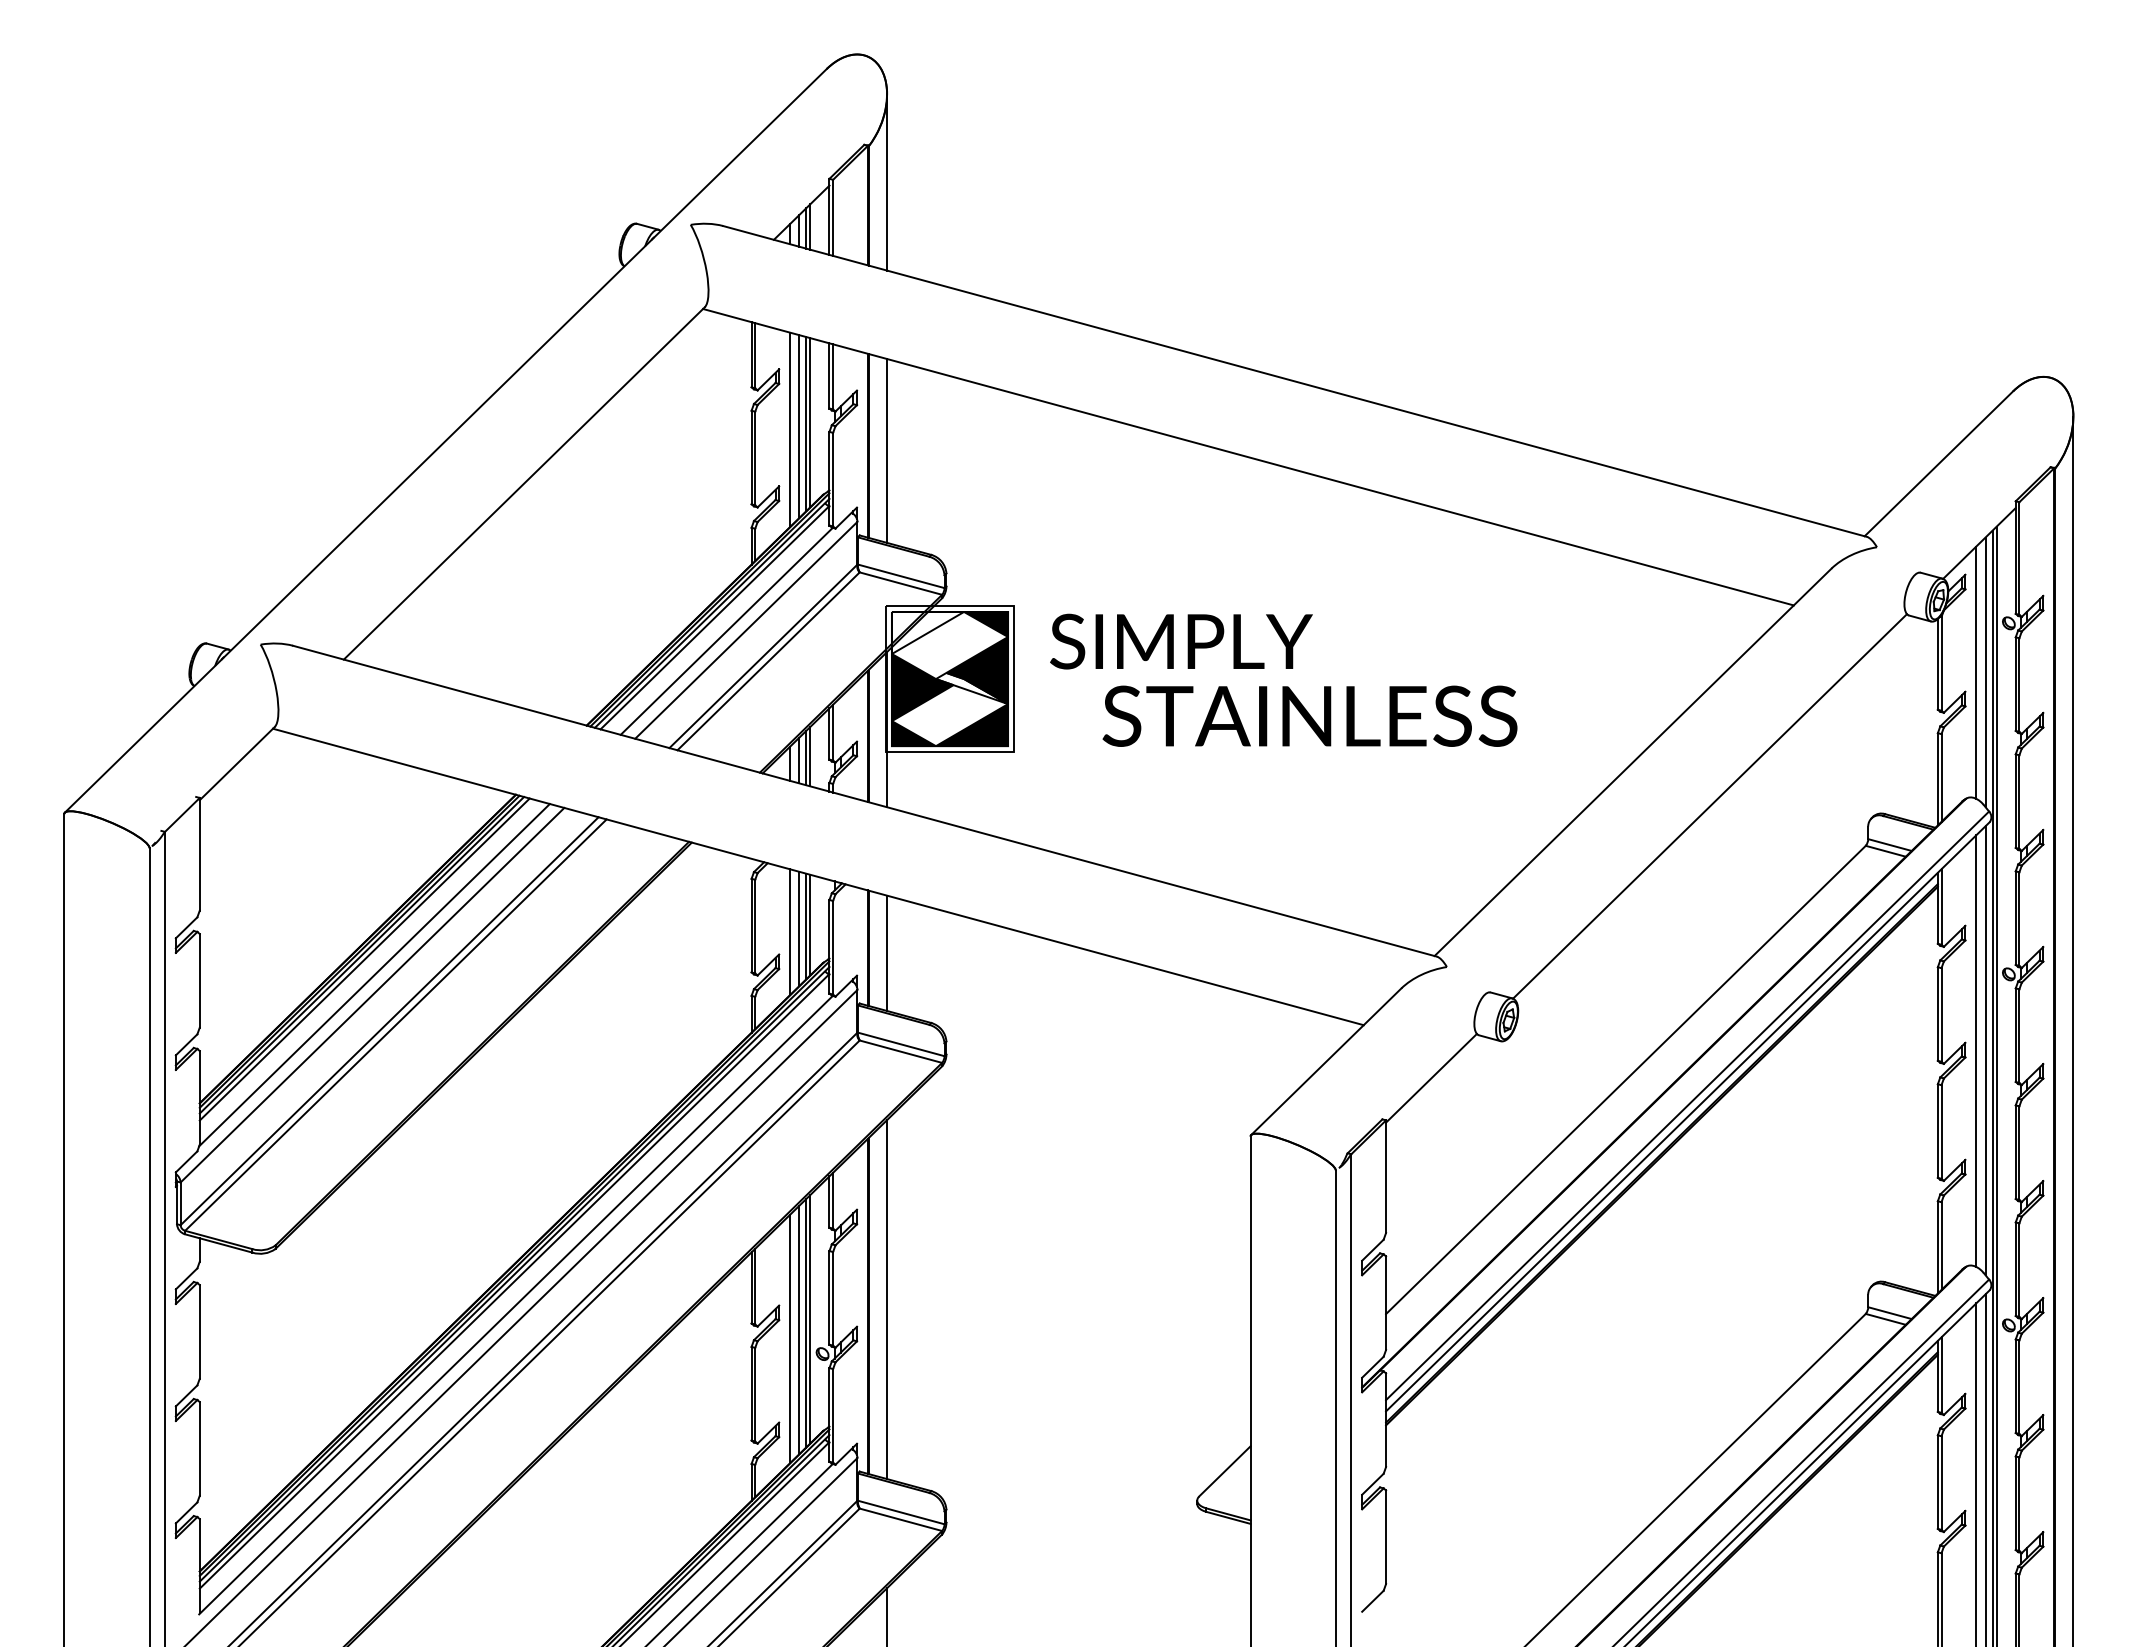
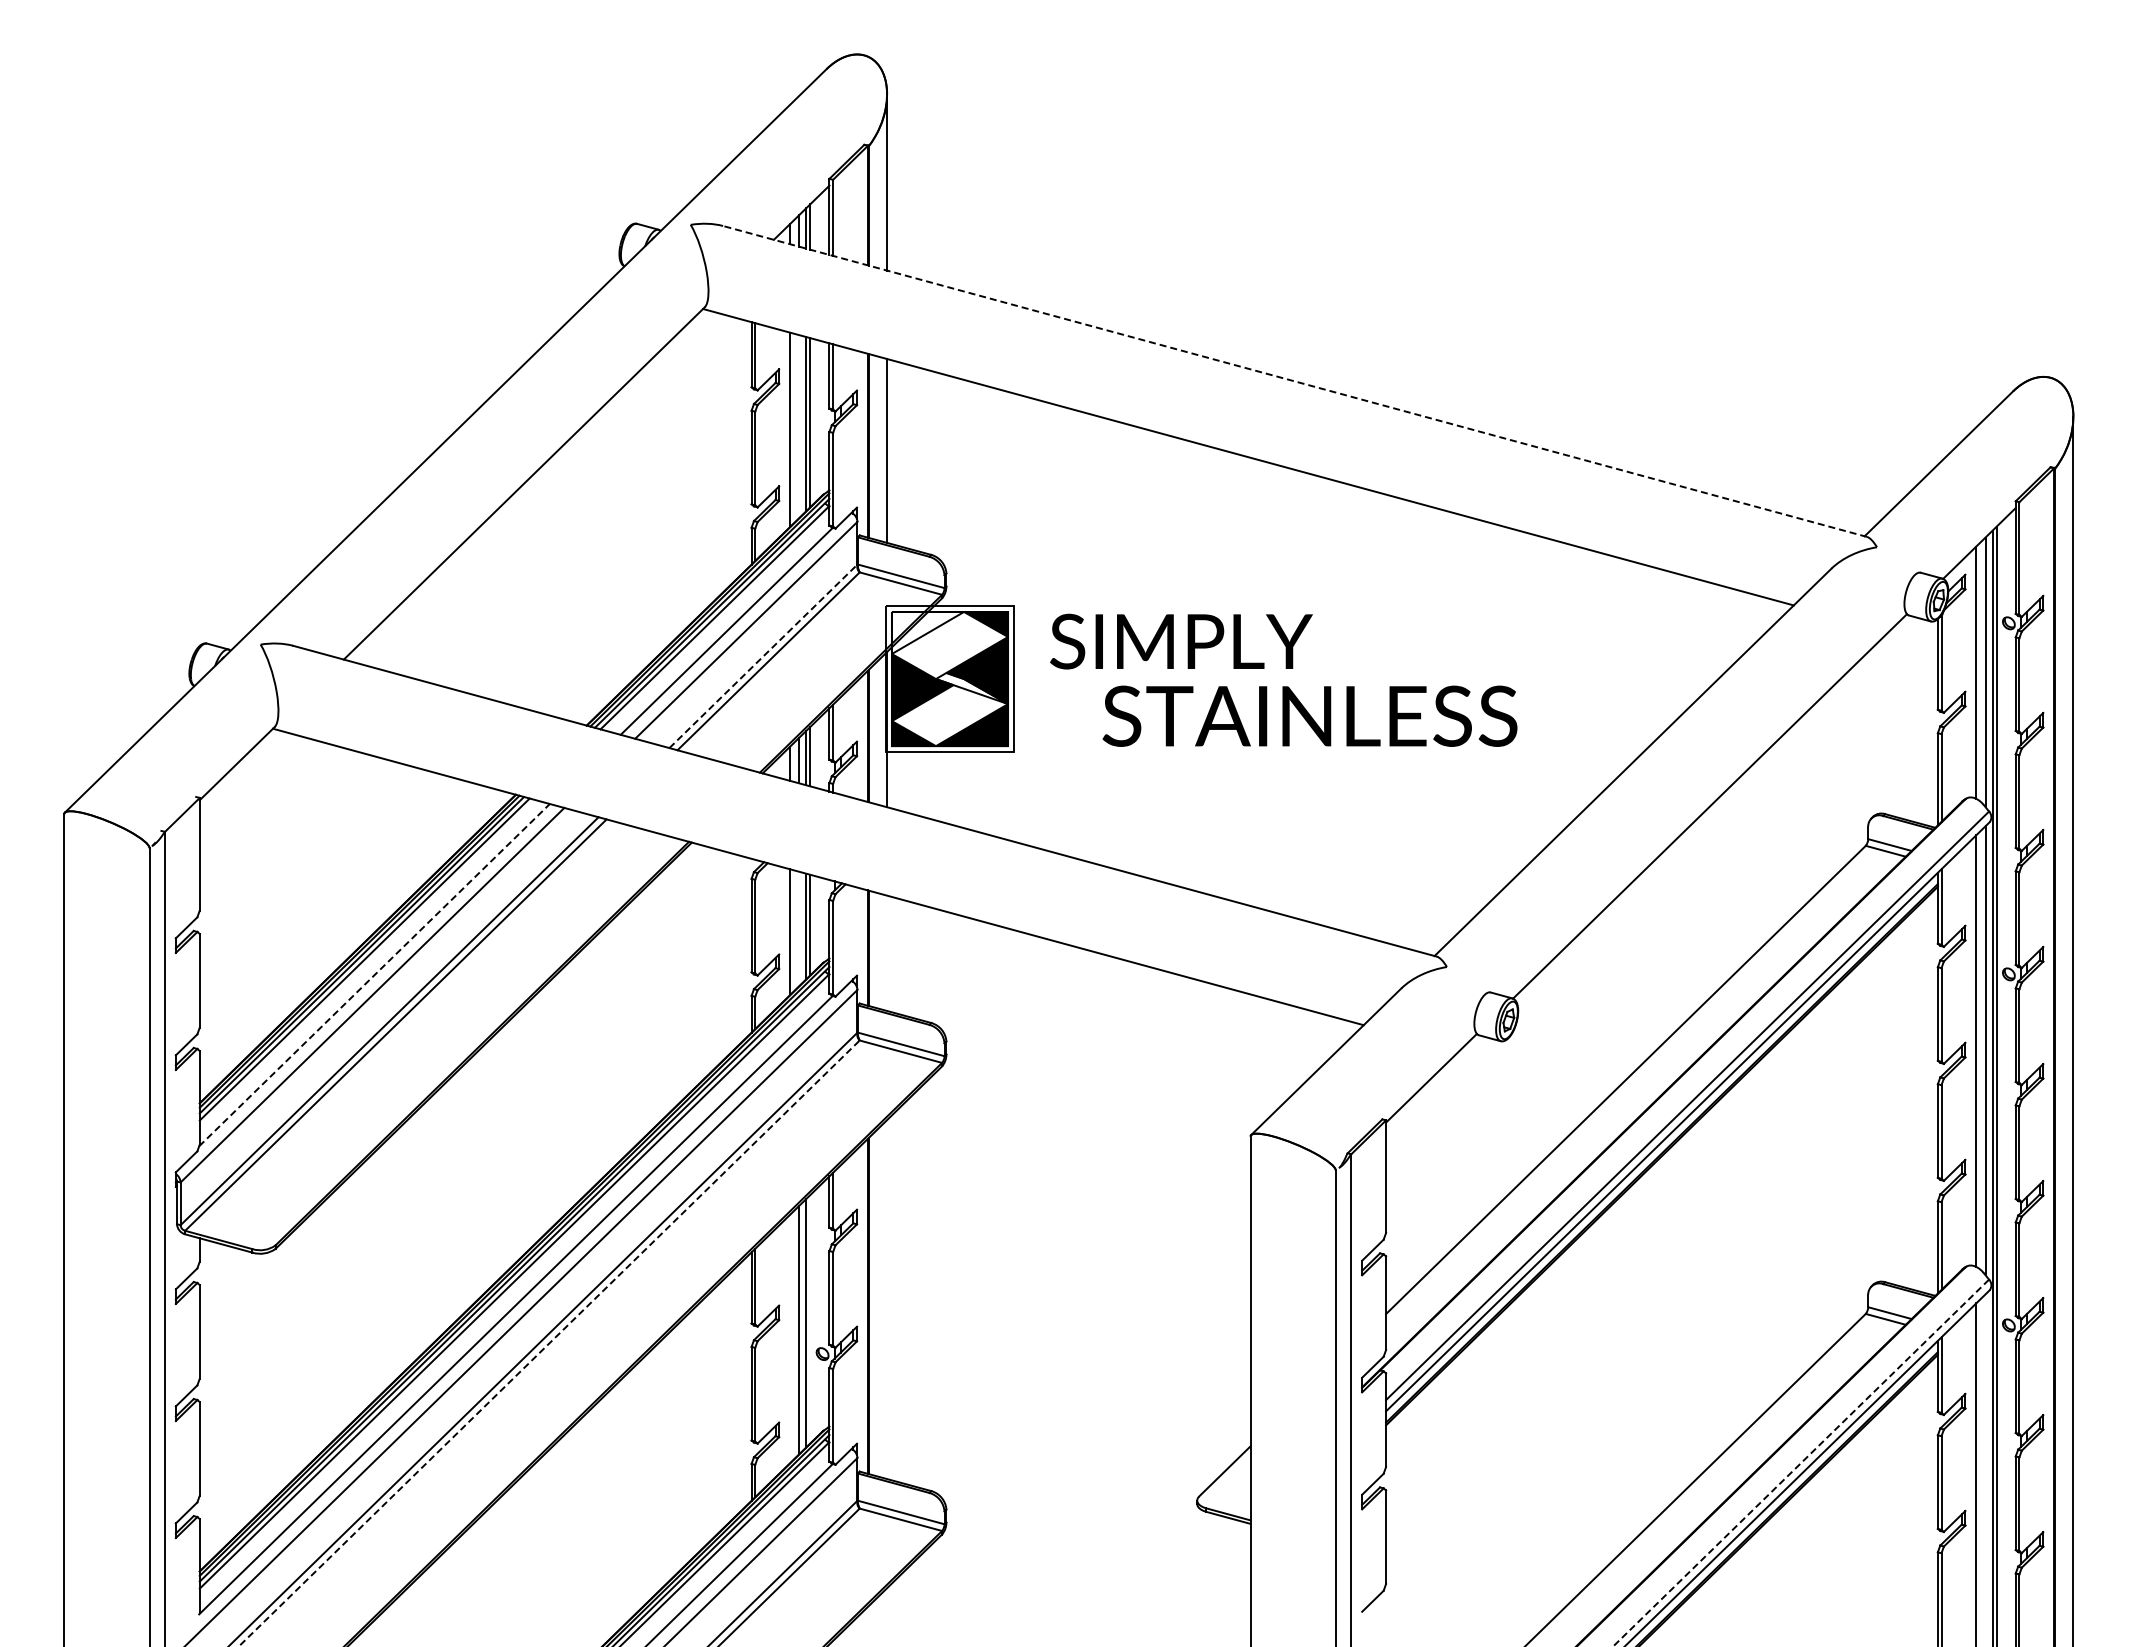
line at (1295, 381): solid -> dashed
line at (799, 426): present -> none
line at (763, 655): solid -> dashed
line at (799, 928): present -> none
line at (887, 952): present -> none
line at (374, 974): solid -> dashed
line at (887, 1299): present -> none
line at (810, 1318): present -> none
line at (790, 1338): present -> none
line at (549, 1343): solid -> dashed
line at (1800, 1463): solid -> dashed
line at (1985, 1468): present -> none
line at (887, 1615): present -> none
